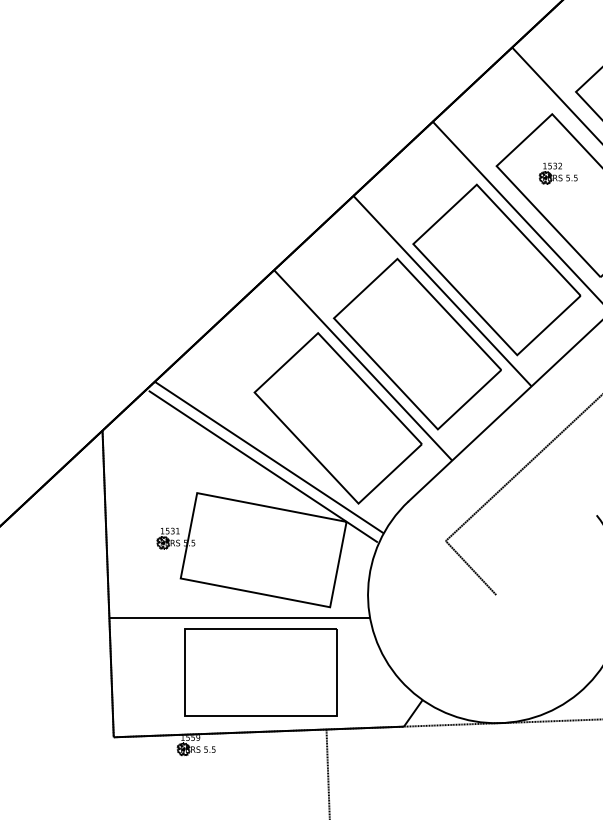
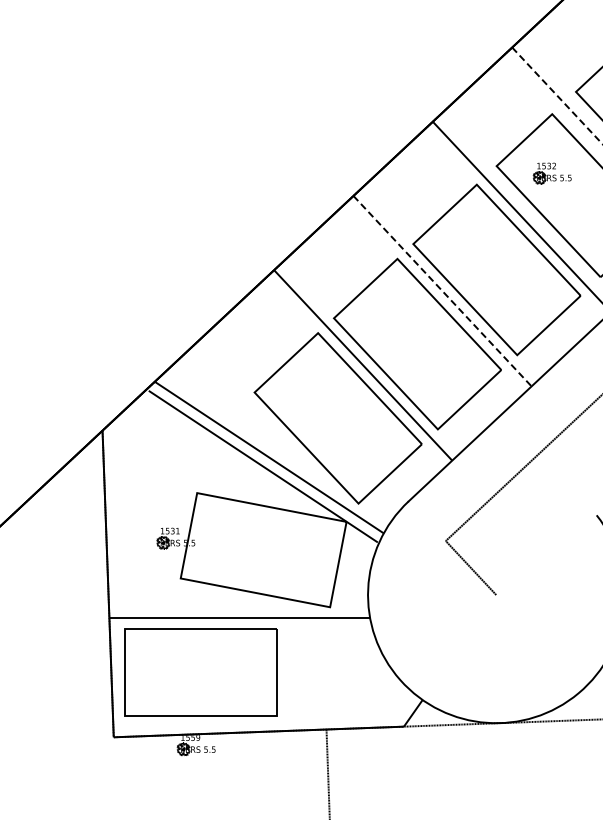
line at (557, 96): solid -> dashed
part at (557, 173) position: (557, 173) -> (551, 173)
line at (442, 291): solid -> dashed
part at (260, 672) position: (260, 672) -> (200, 672)
